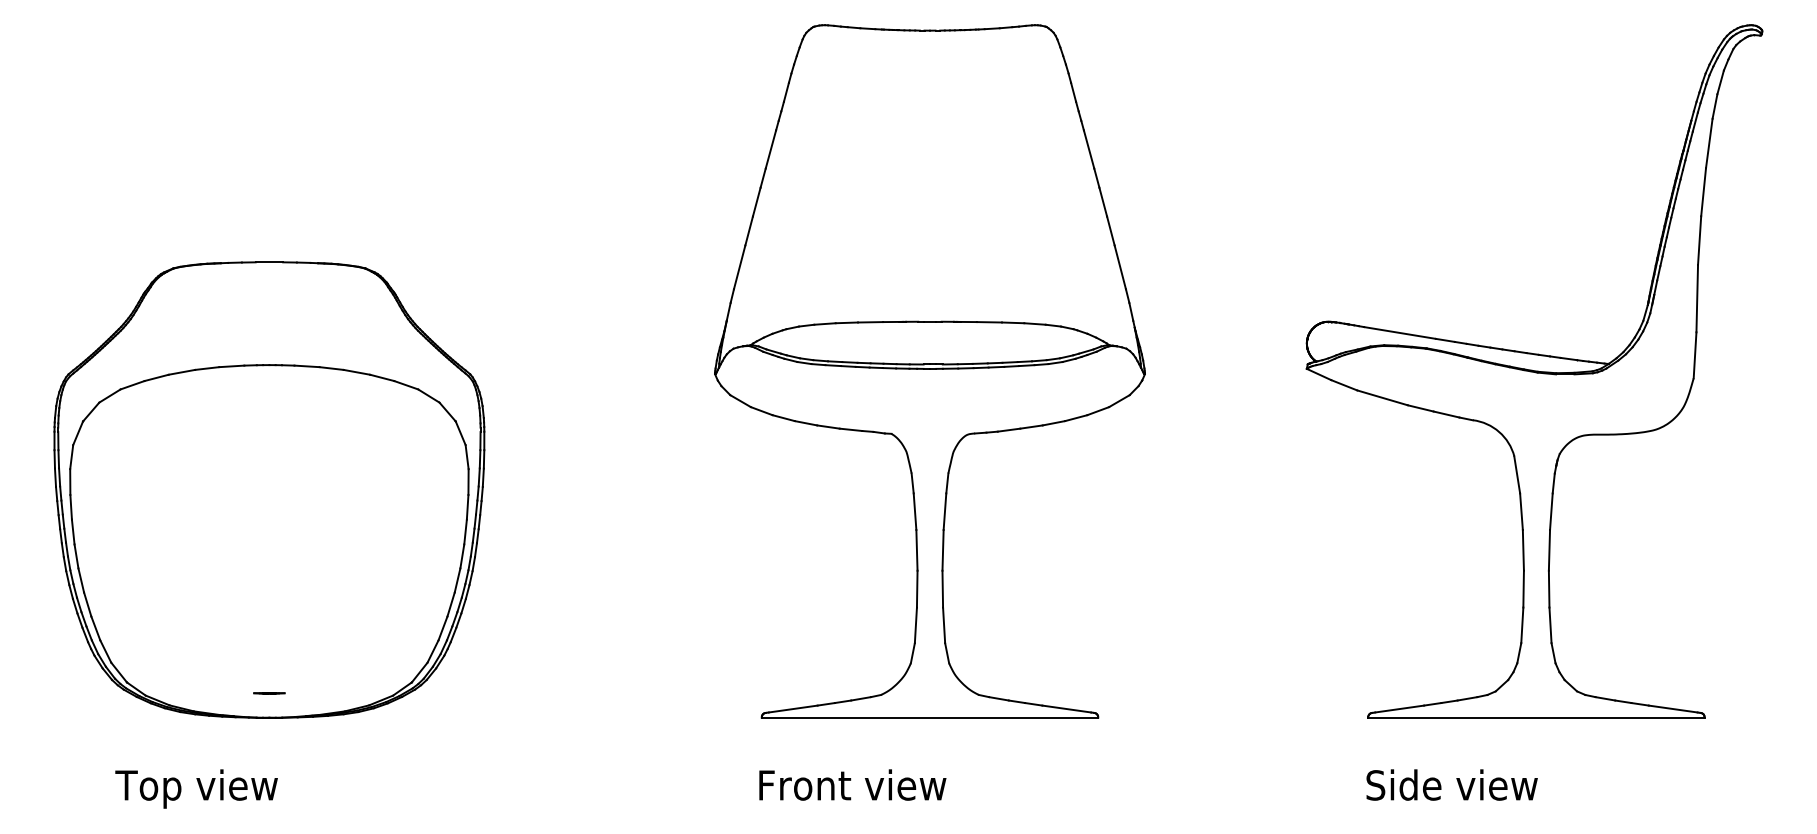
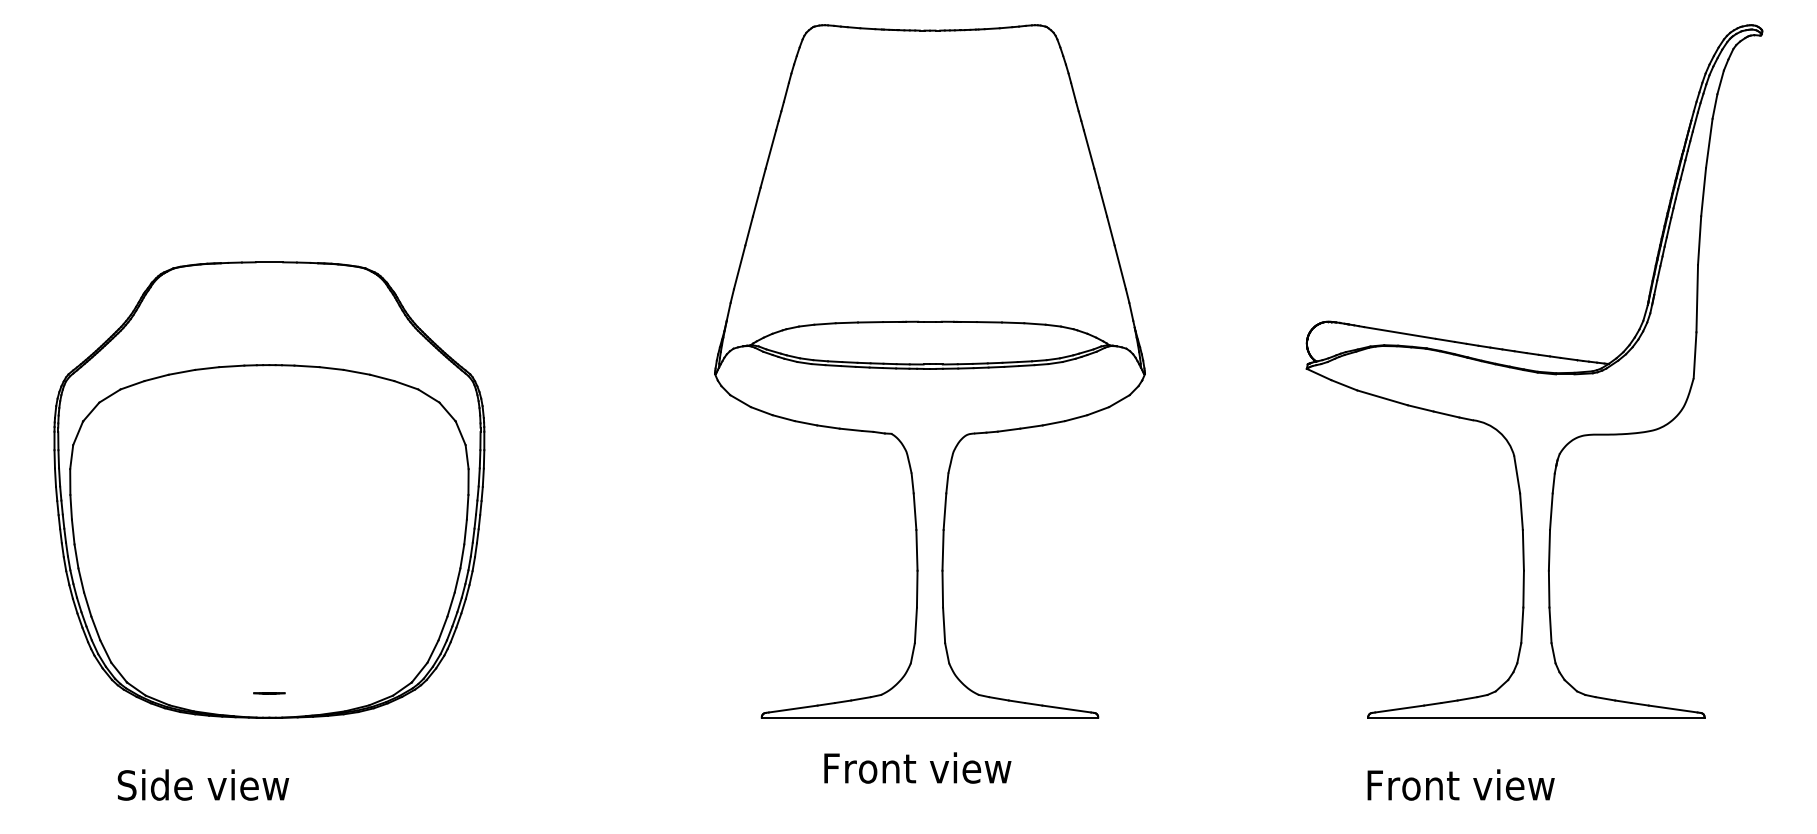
text at (852, 784) position: (852, 784) -> (917, 767)
text at (1460, 784): Side view -> Front view
text at (202, 788): Top view -> Side view
